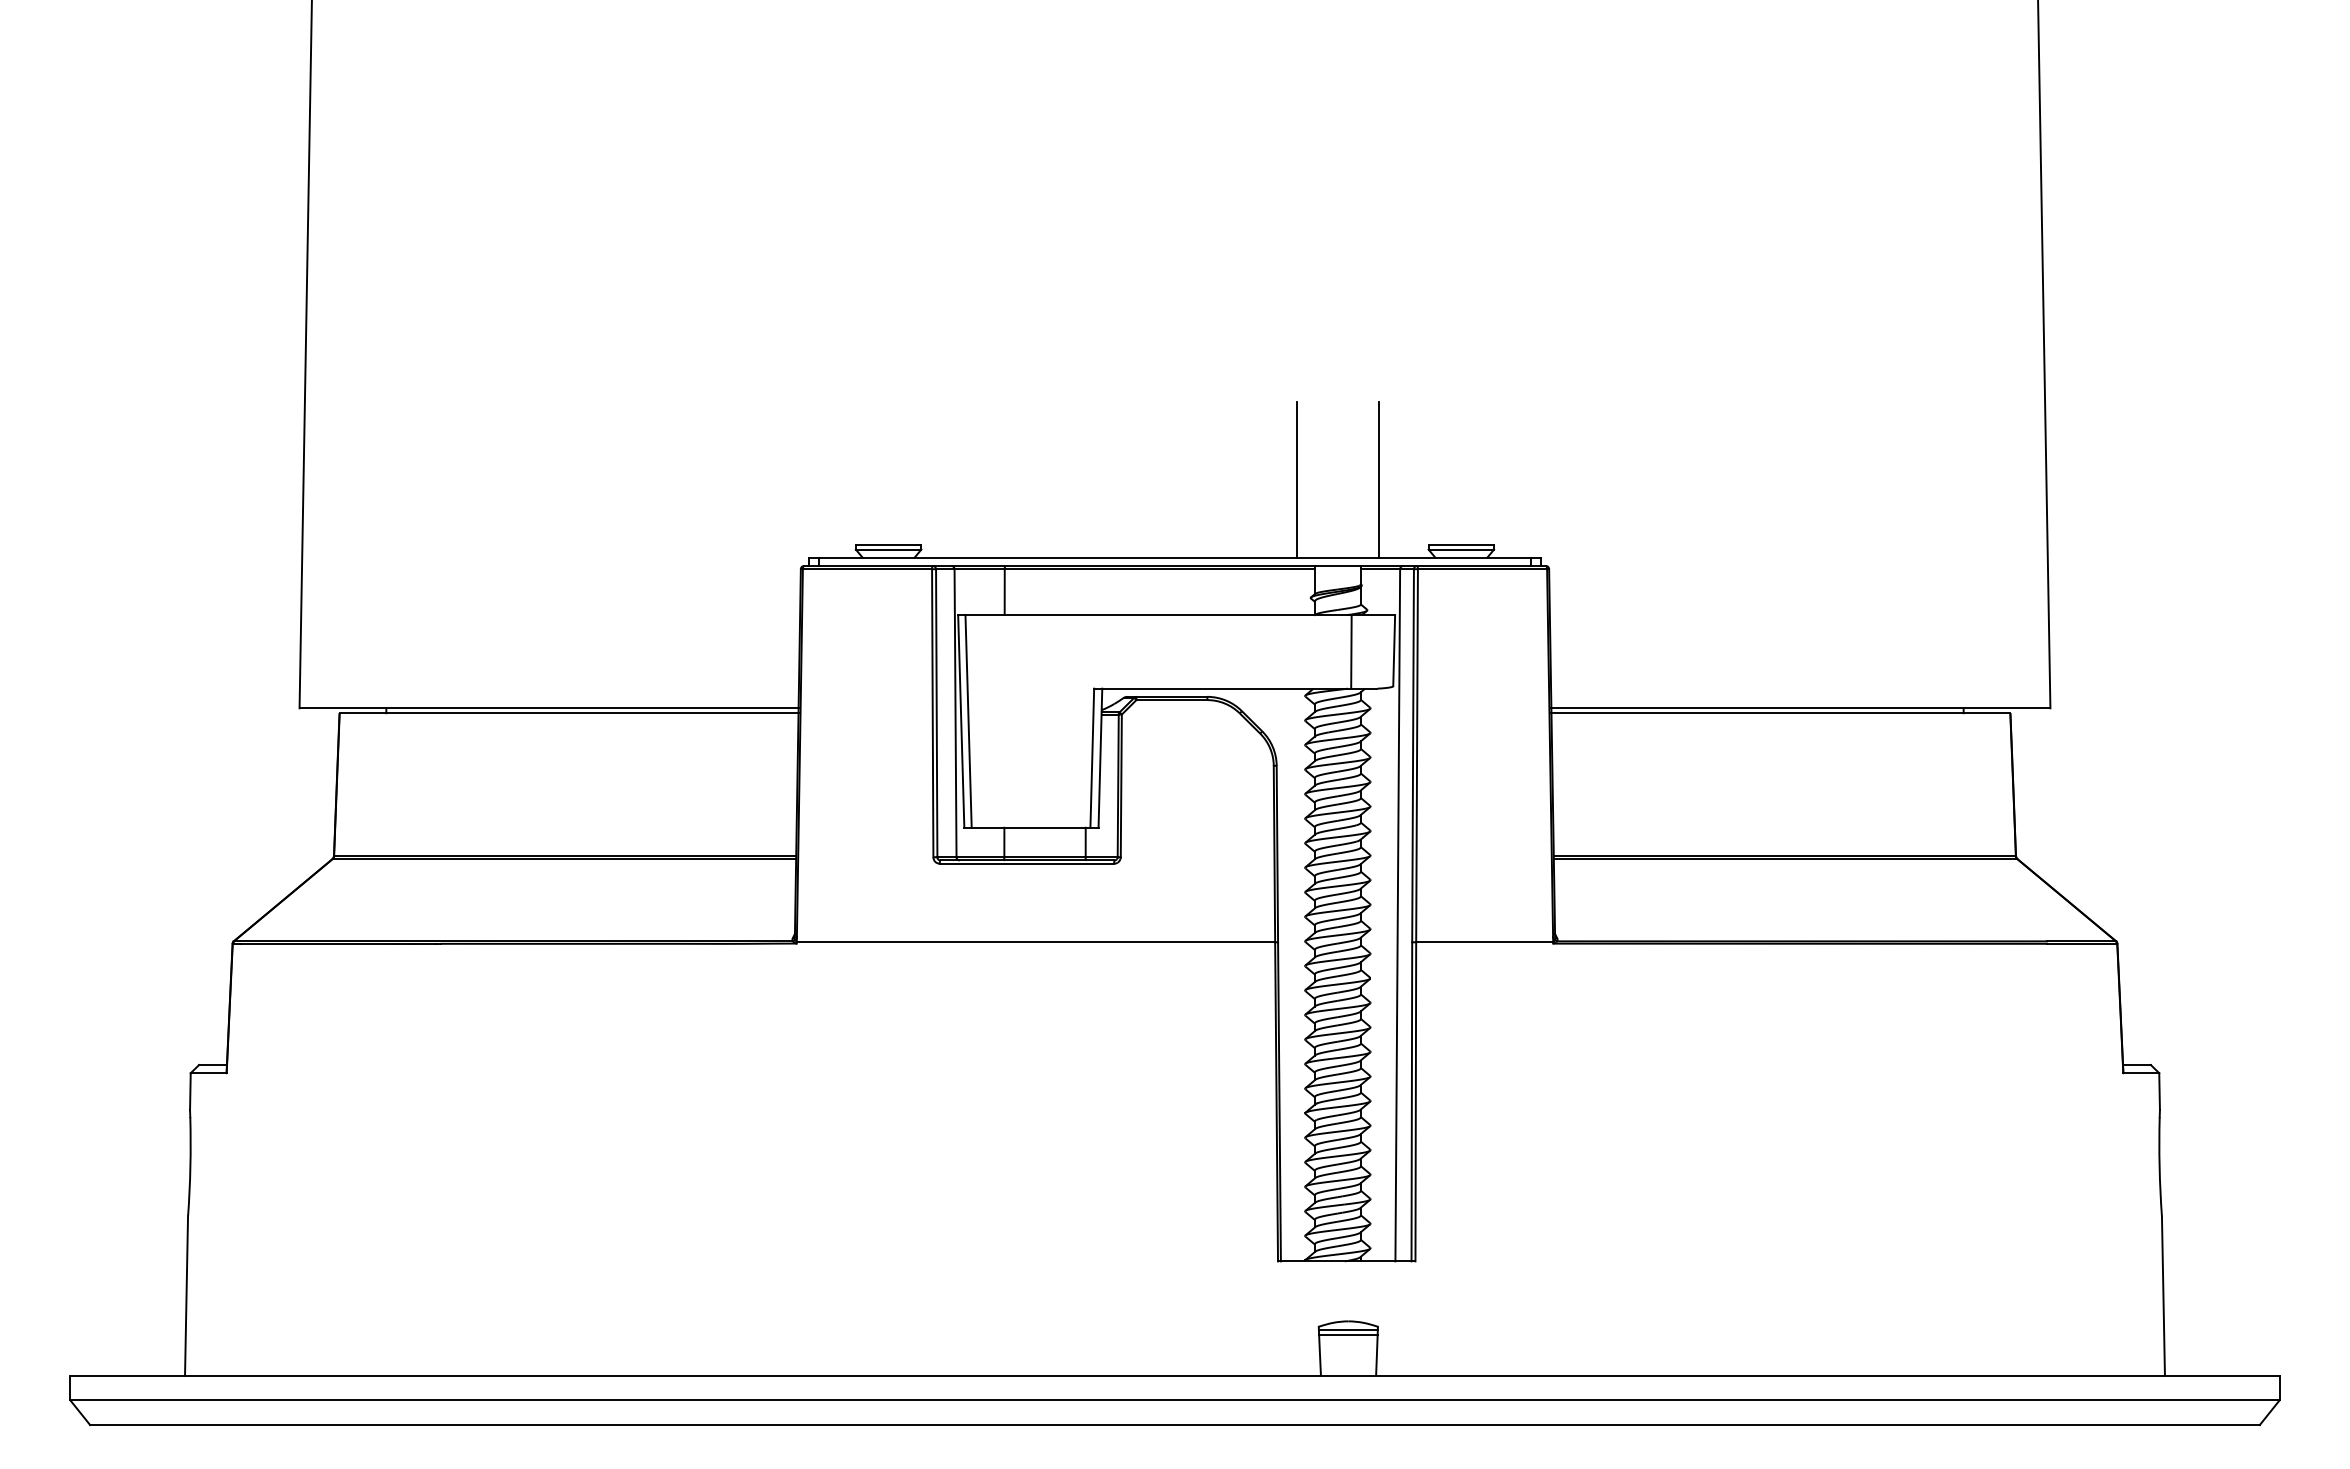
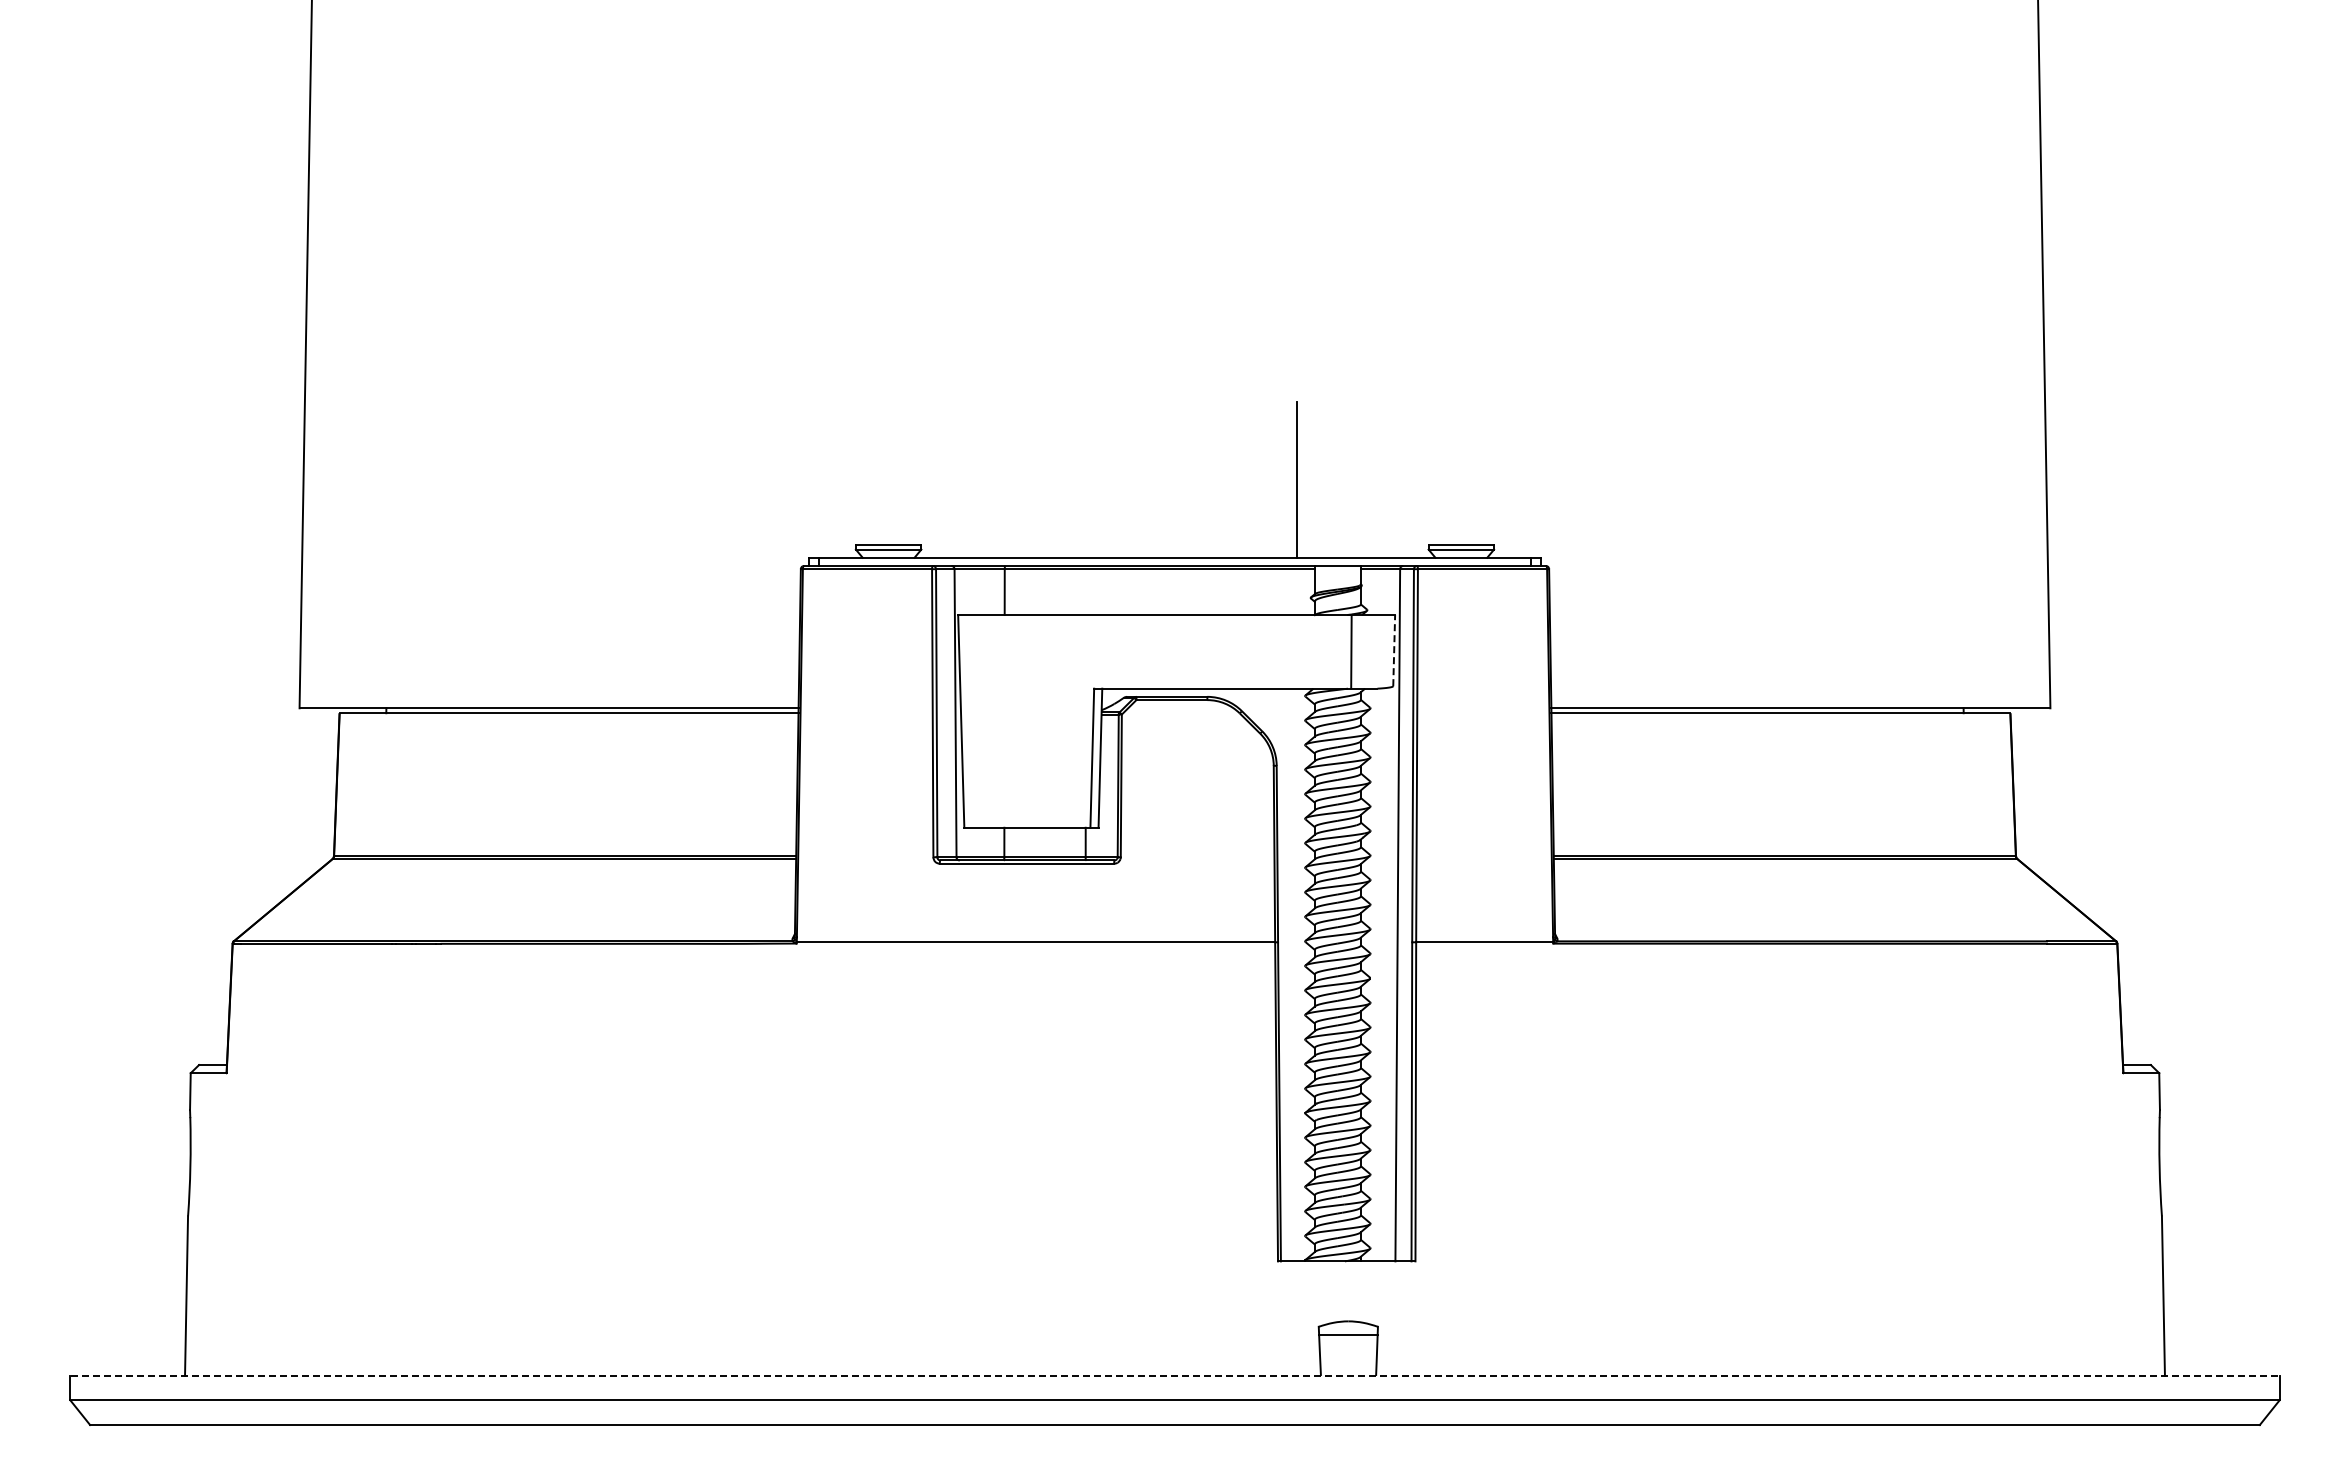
line at (1378, 479): present -> none
line at (1394, 650): solid -> dashed
line at (968, 721): present -> none
line at (1347, 1330): present -> none
line at (1175, 1375): solid -> dashed
